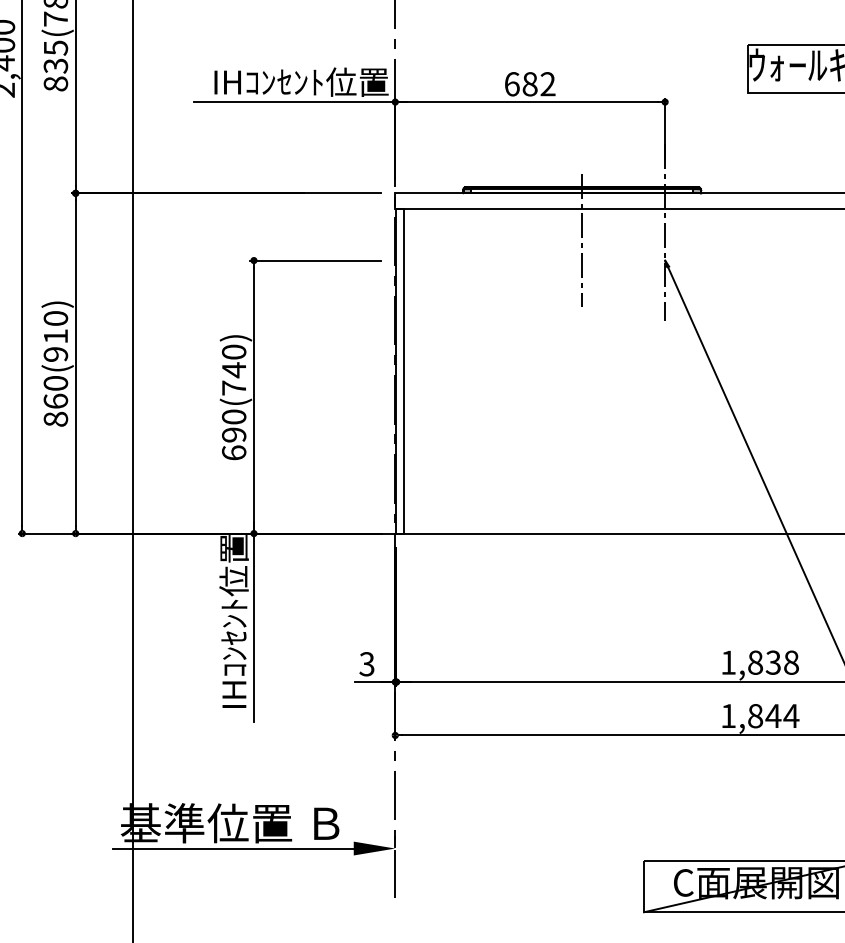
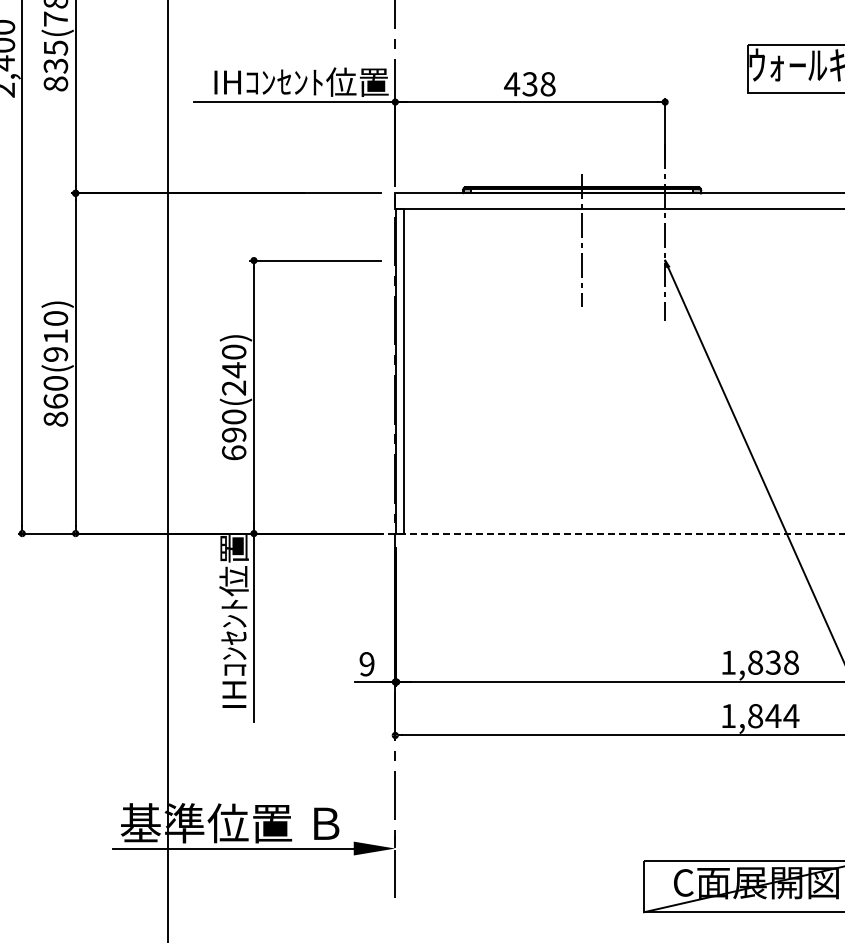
text at (529, 84): 682 -> 438
text at (233, 387): 690(740) -> 690(240)
line at (133, 470) position: (133, 470) -> (168, 470)
line at (580, 533): solid -> dashed
text at (366, 664): 3 -> 9
